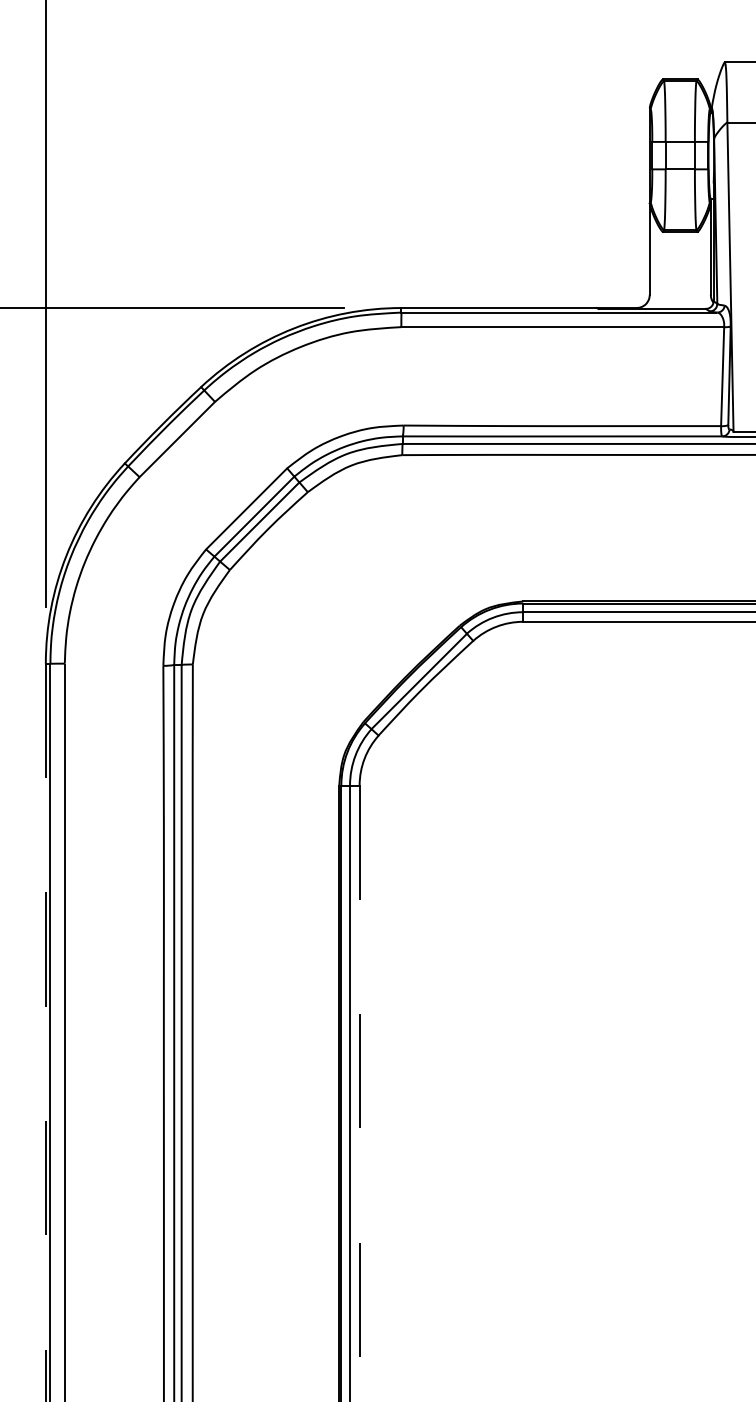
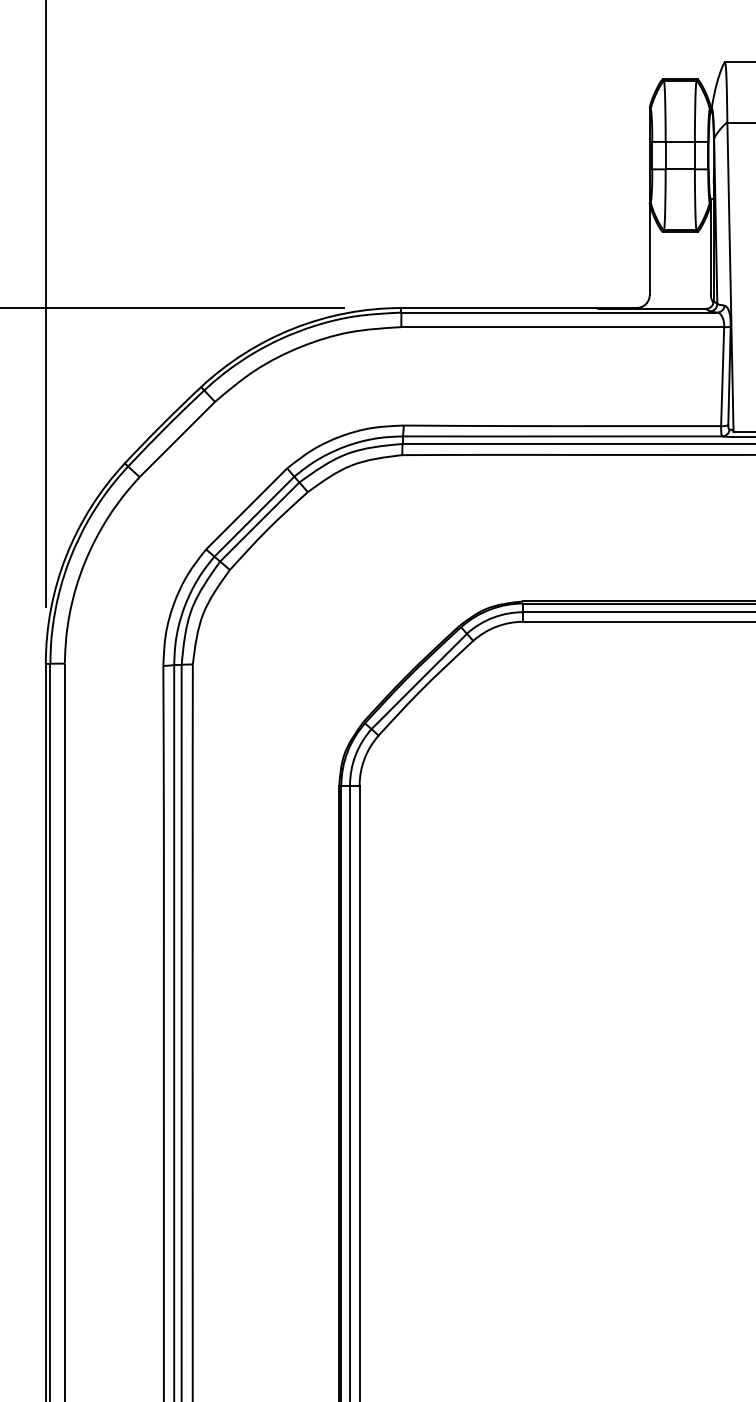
line at (45, 1032): dashed -> solid
line at (359, 1093): dashed -> solid
